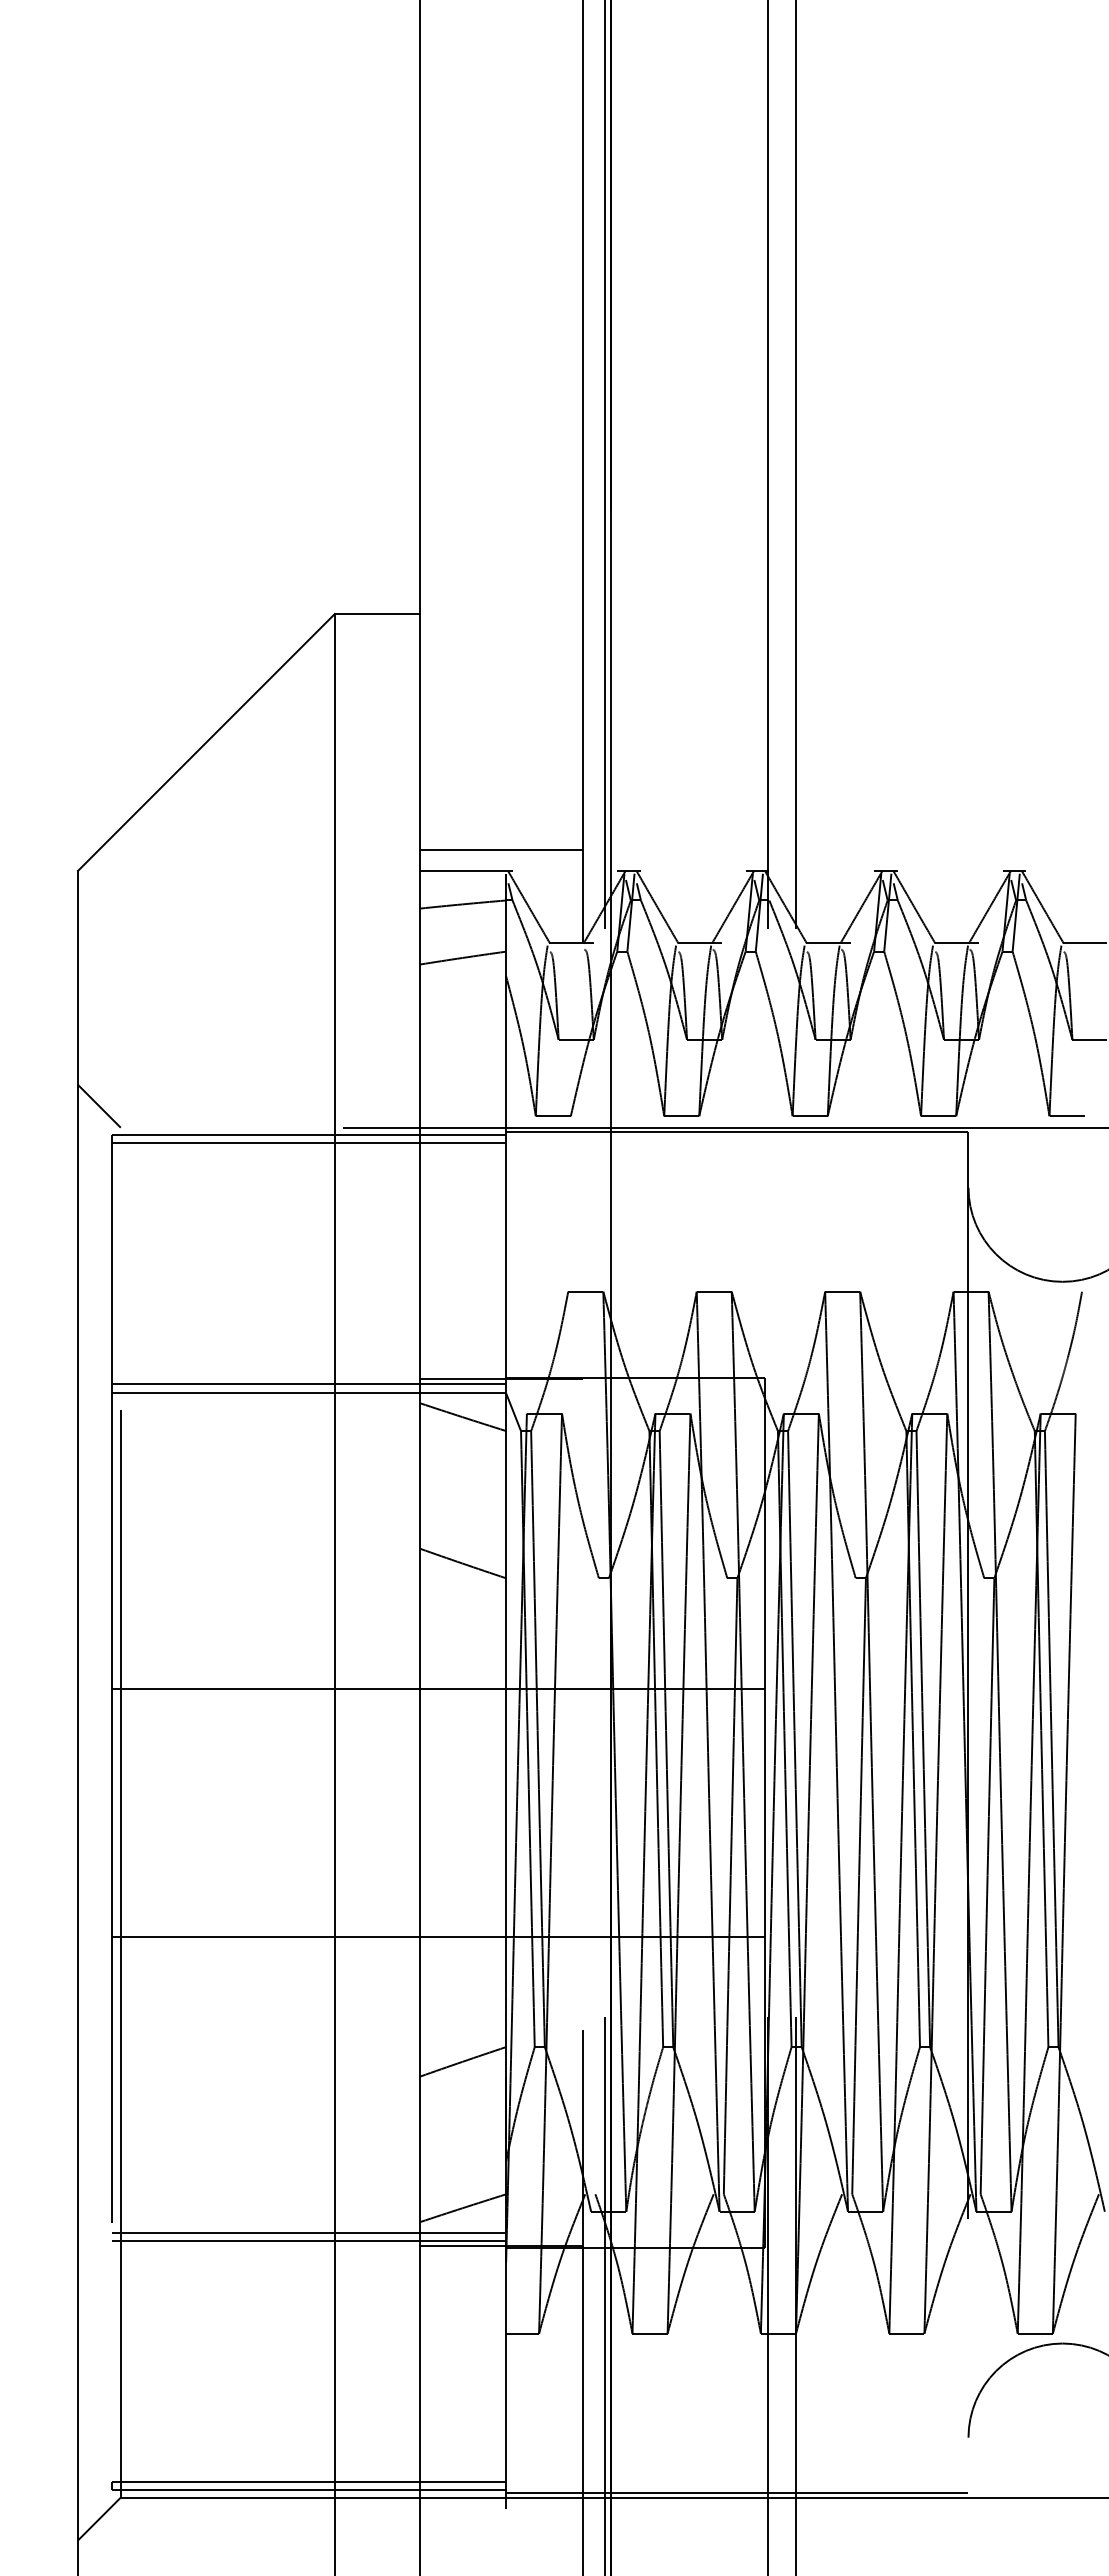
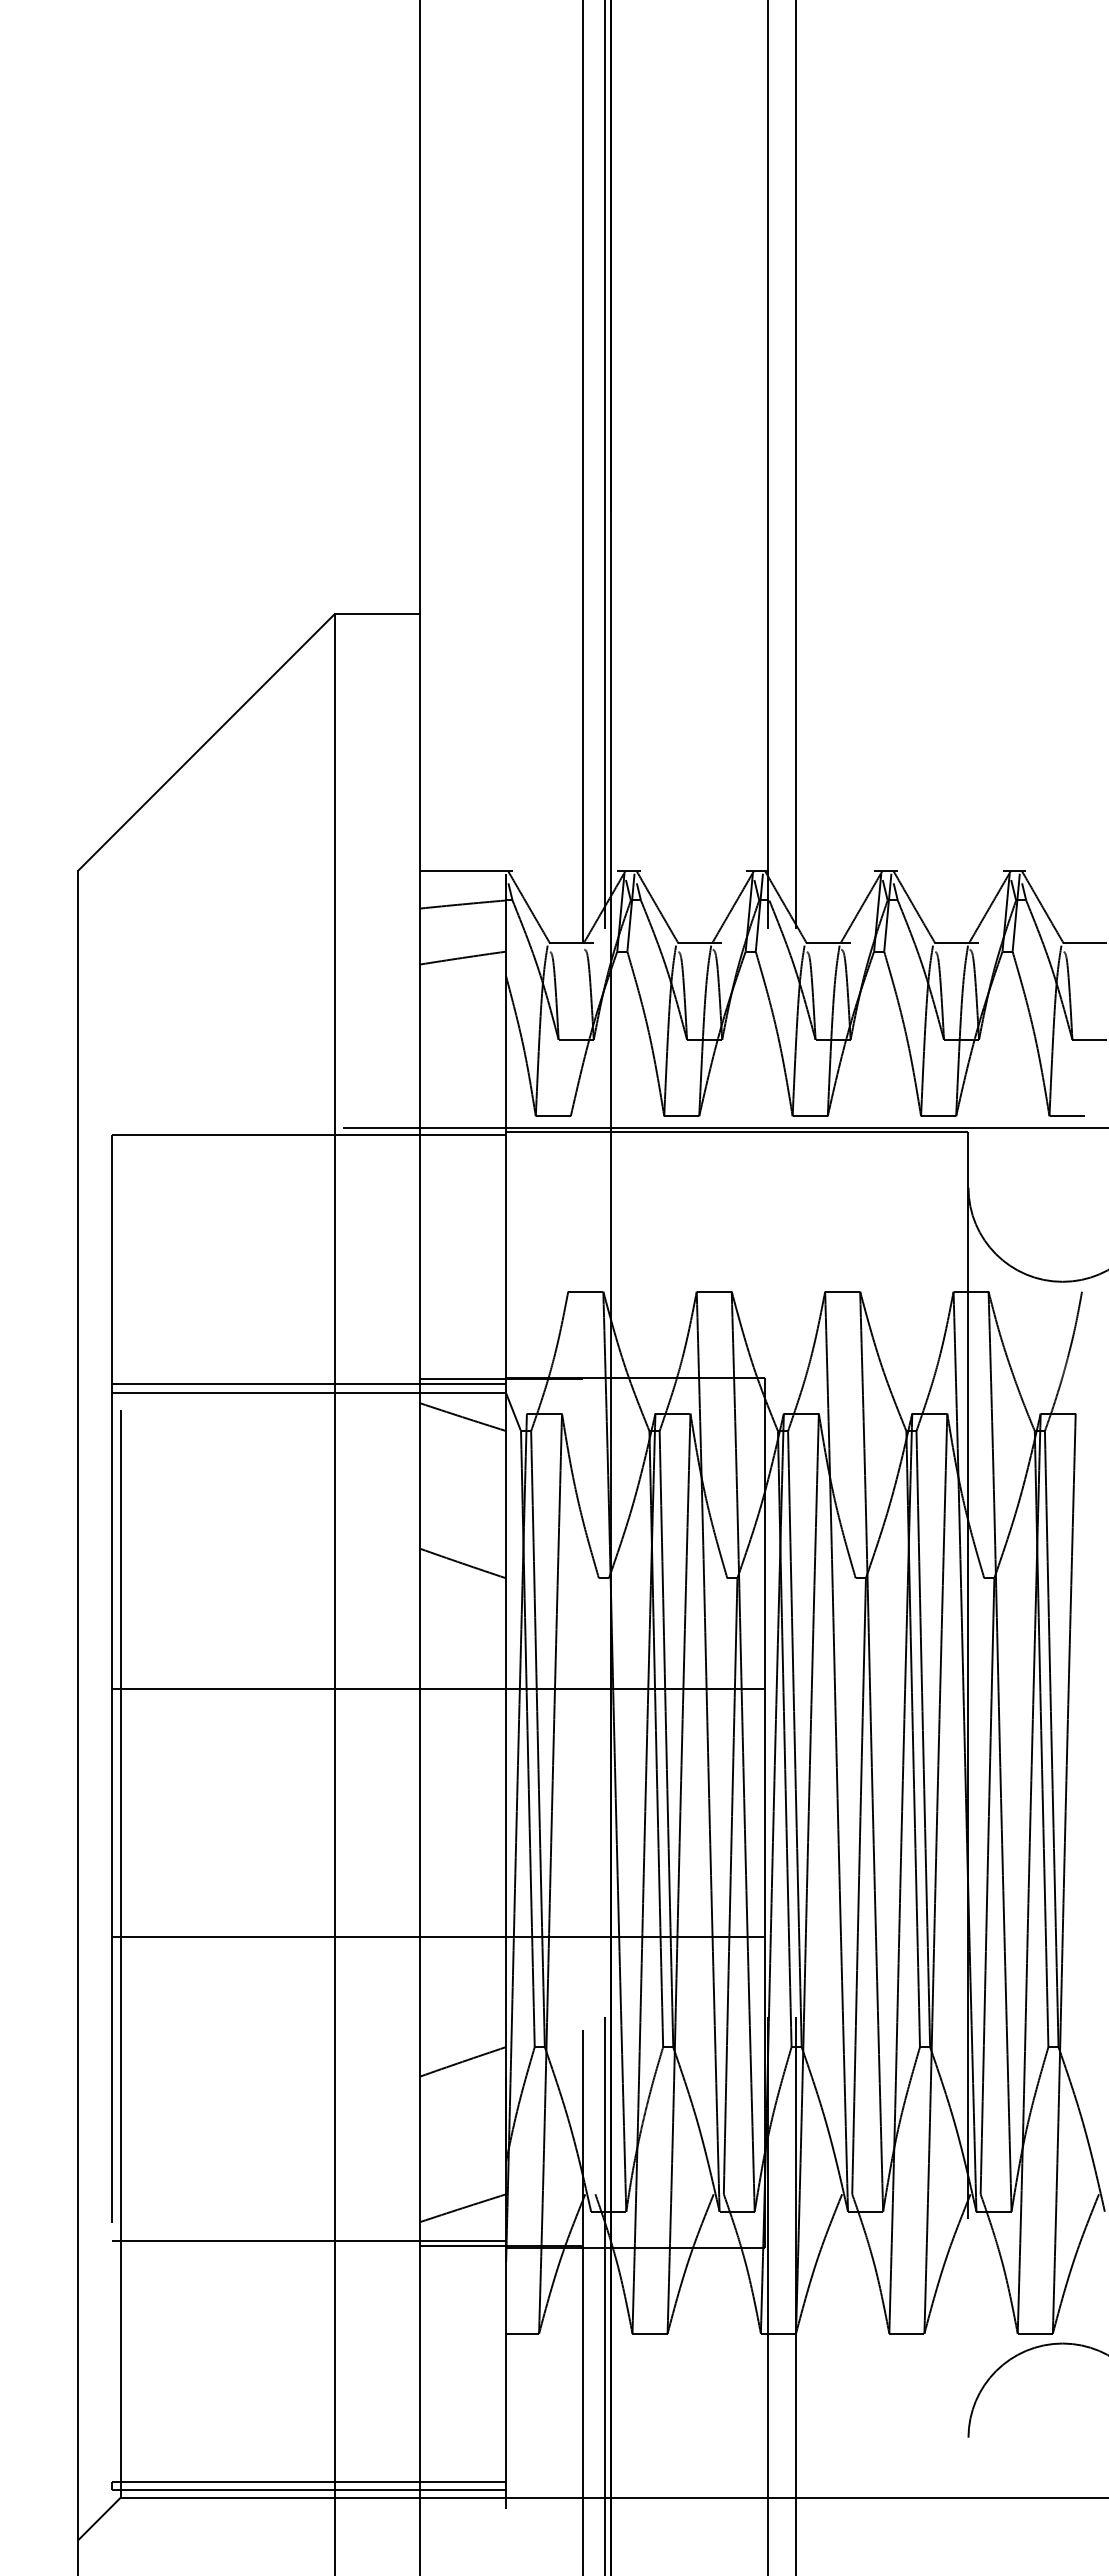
line at (501, 850): present -> none
line at (99, 1105): present -> none
line at (309, 1143): present -> none
line at (309, 2232): present -> none
line at (737, 2493): present -> none
